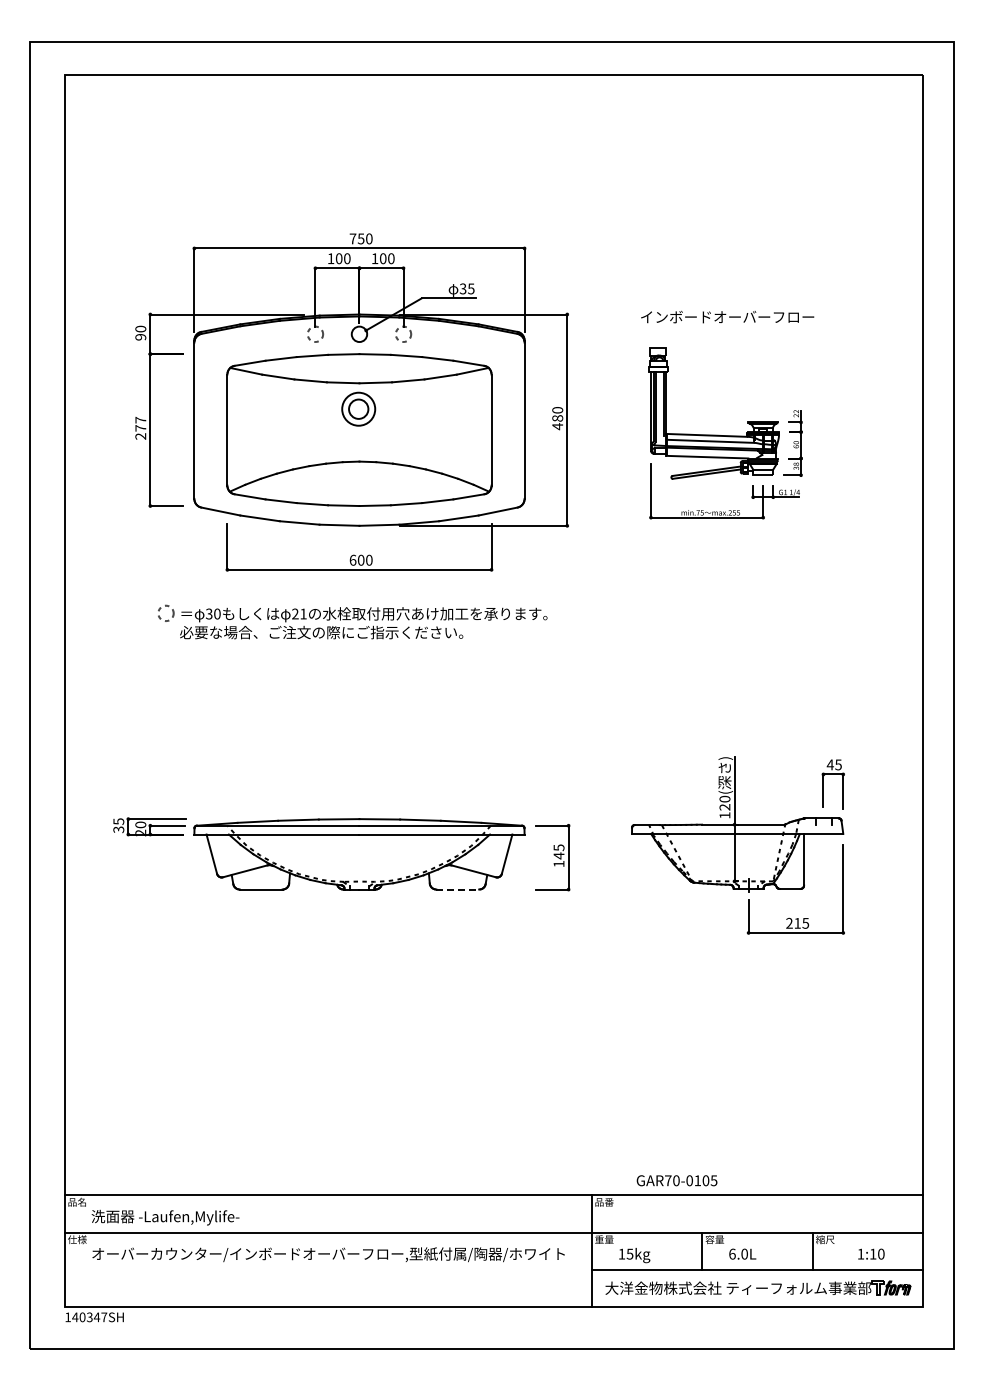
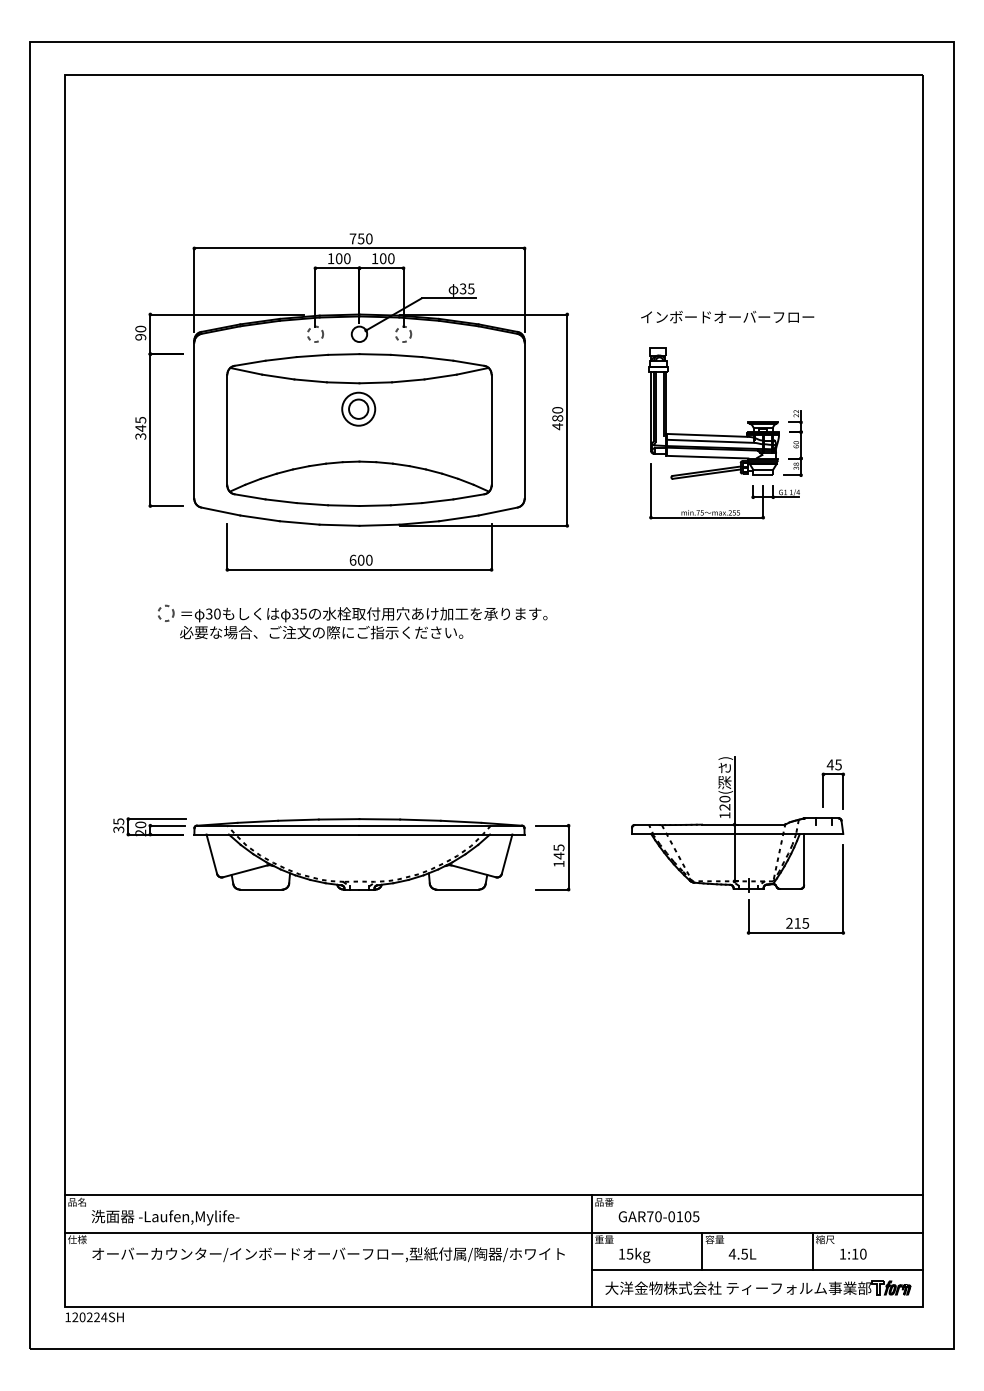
text at (140, 427): 277 -> 345
text at (299, 613): 21 -> 35
line at (458, 889): dashed -> solid
text at (676, 1180) position: (676, 1180) -> (658, 1216)
text at (737, 1253): 6.0L -> 4.5L
text at (871, 1253) position: (871, 1253) -> (853, 1253)
text at (89, 1317): 140347SH -> 120224SH
